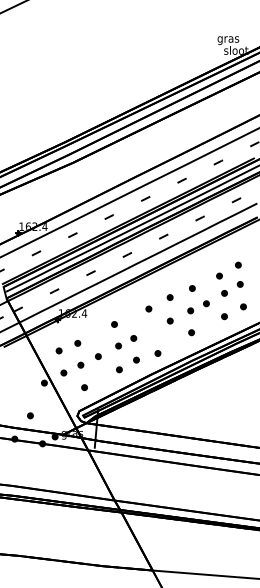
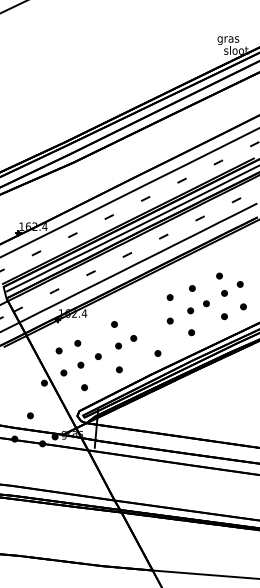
part at (238, 264): present -> none
part at (148, 308): present -> none
part at (136, 359): present -> none
